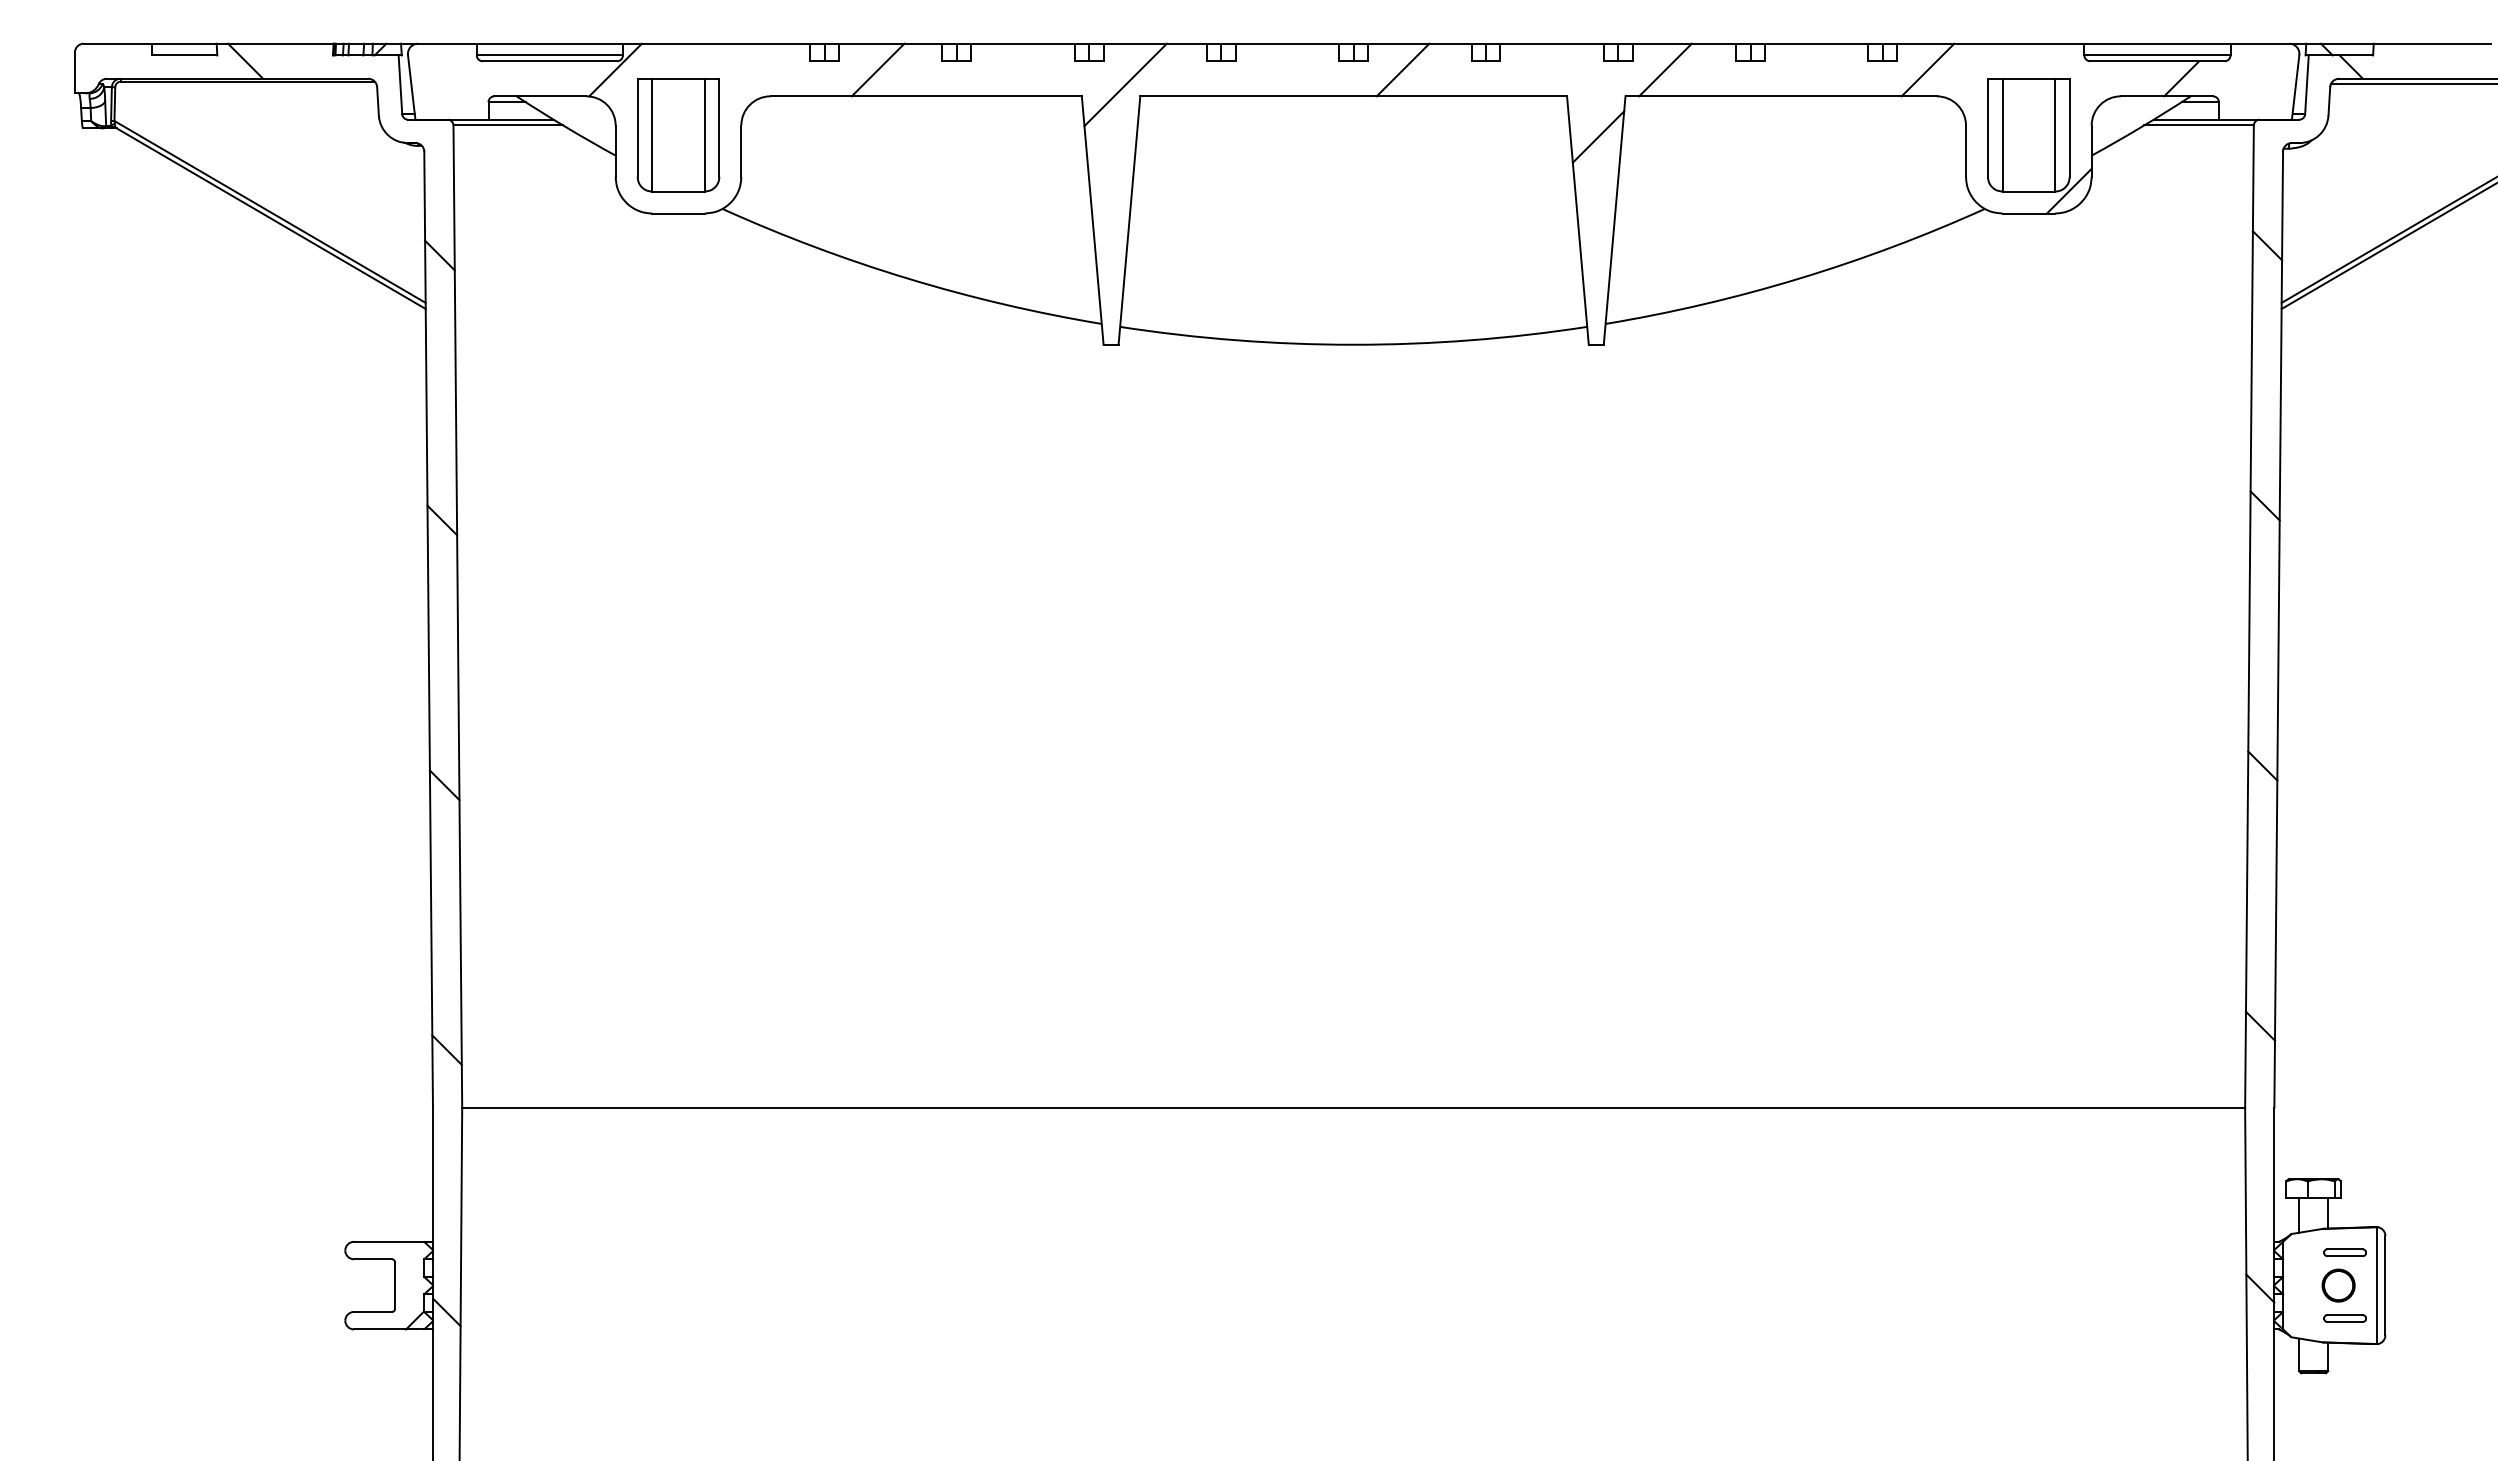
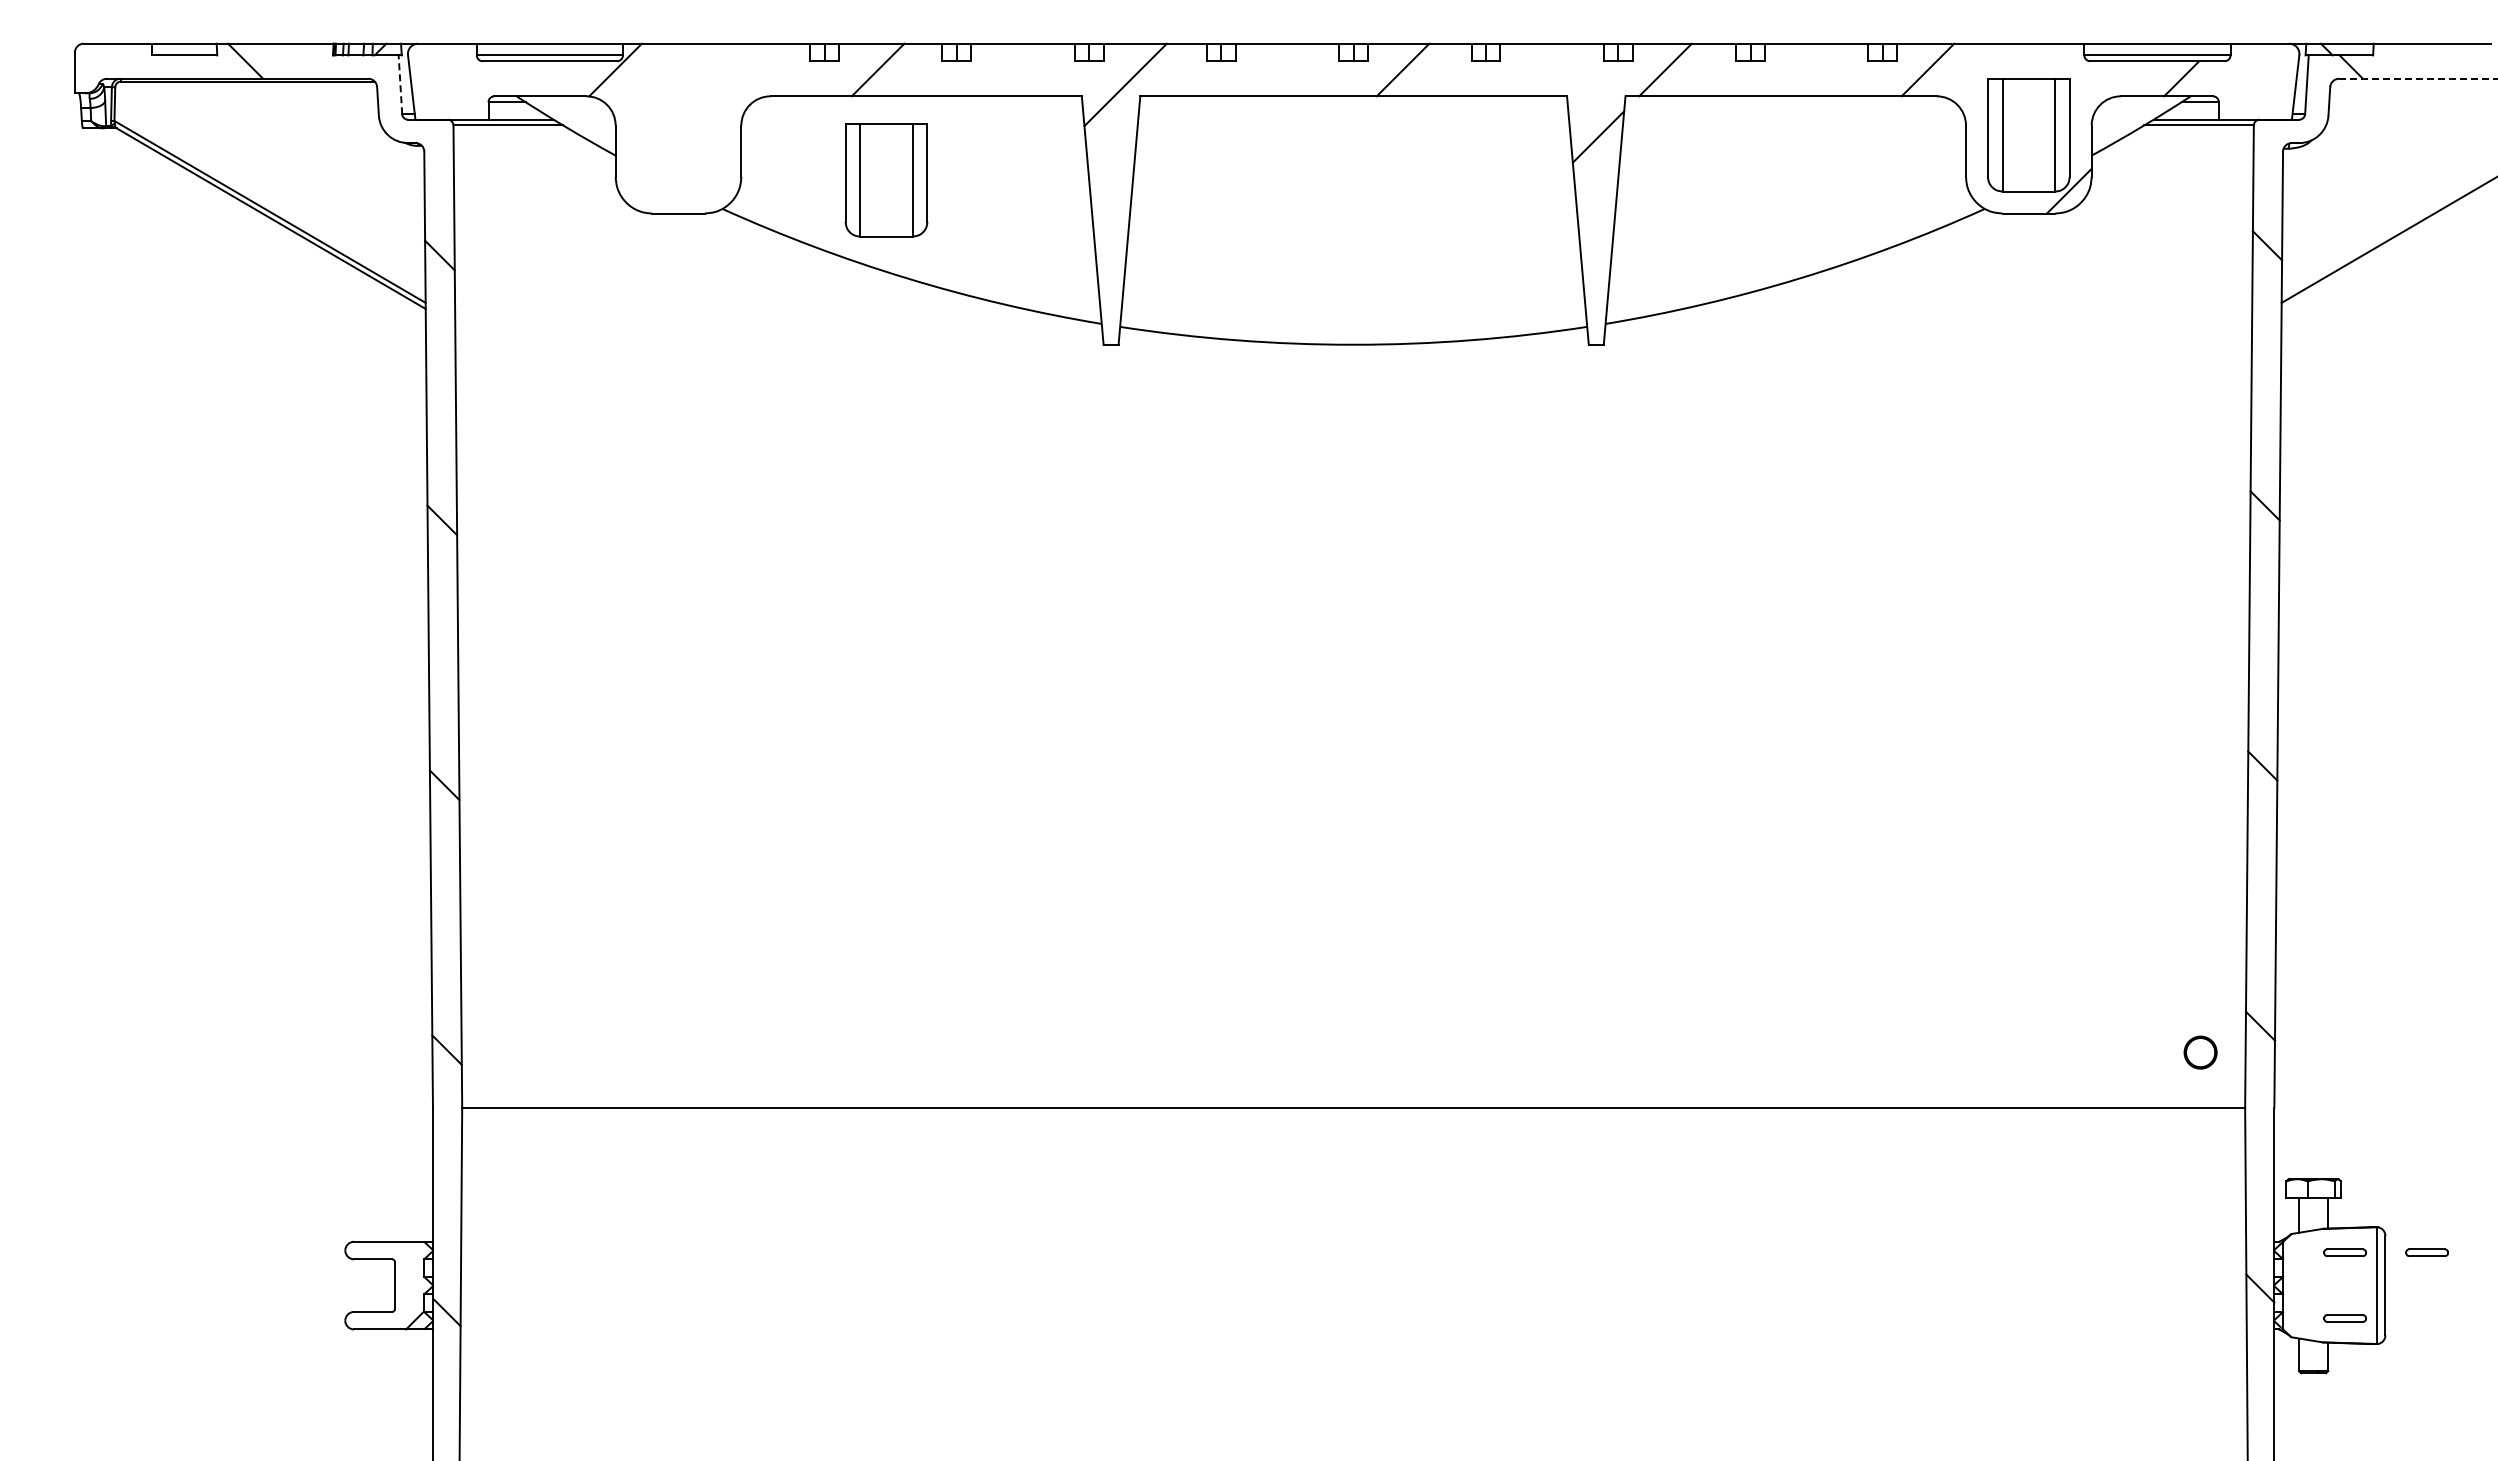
line at (2418, 78): solid -> dashed
line at (400, 84): solid -> dashed
line at (2412, 84): present -> none
part at (678, 135) position: (678, 135) -> (886, 180)
line at (2387, 246): present -> none
part at (2426, 1252): none -> present
circle at (2338, 1285) position: (2338, 1285) -> (2200, 1052)
